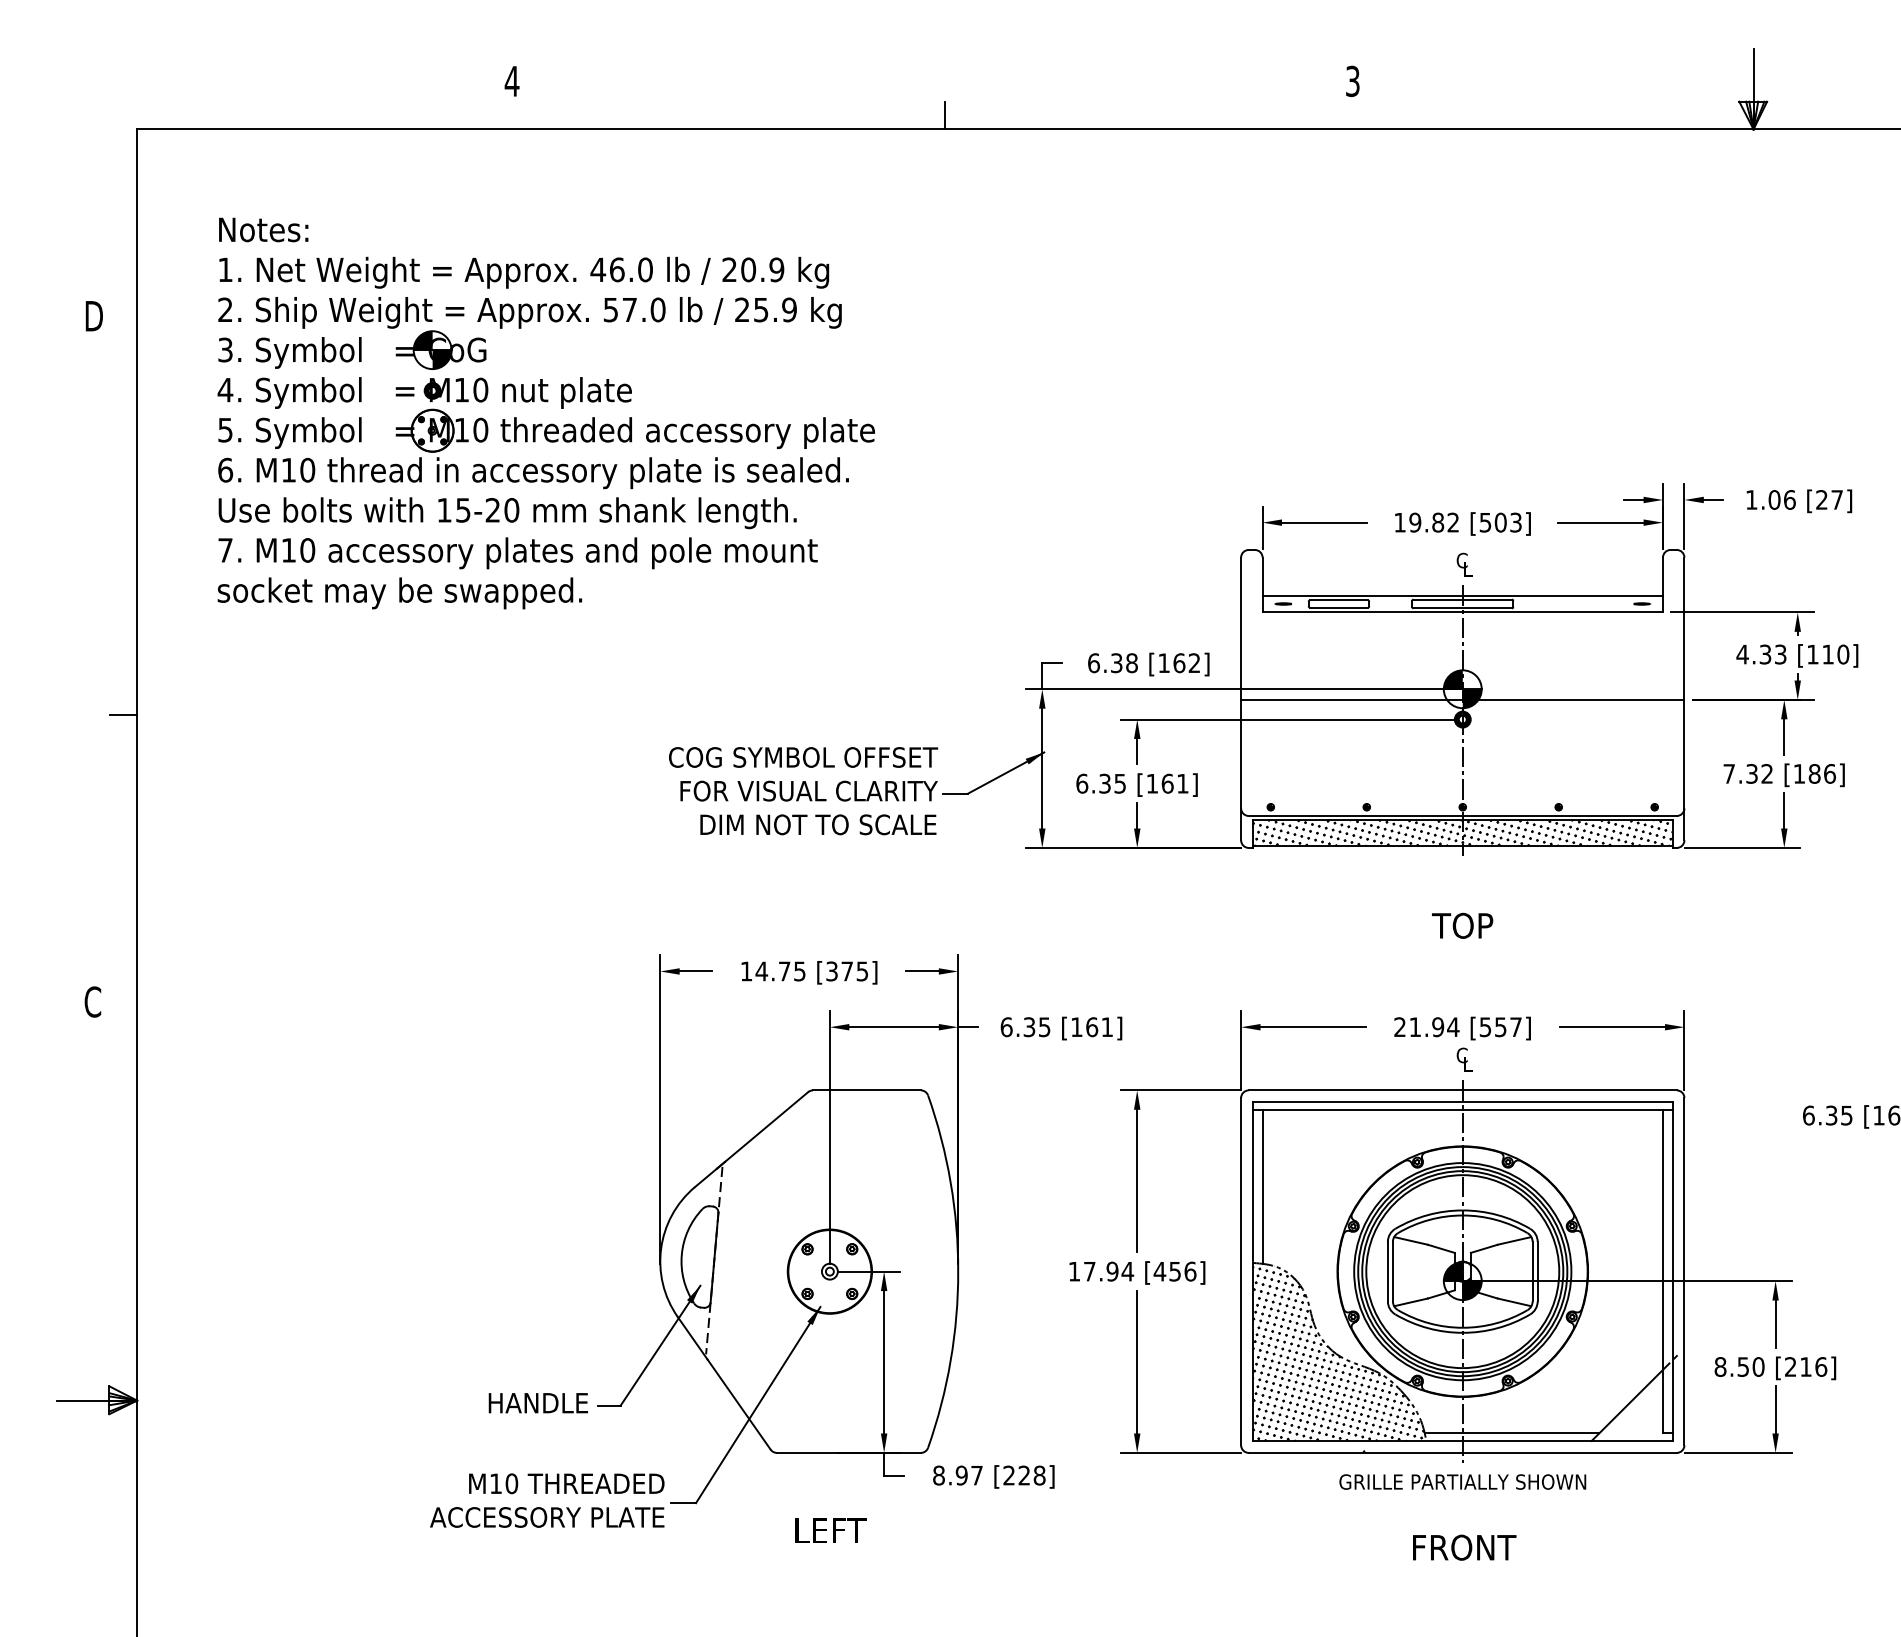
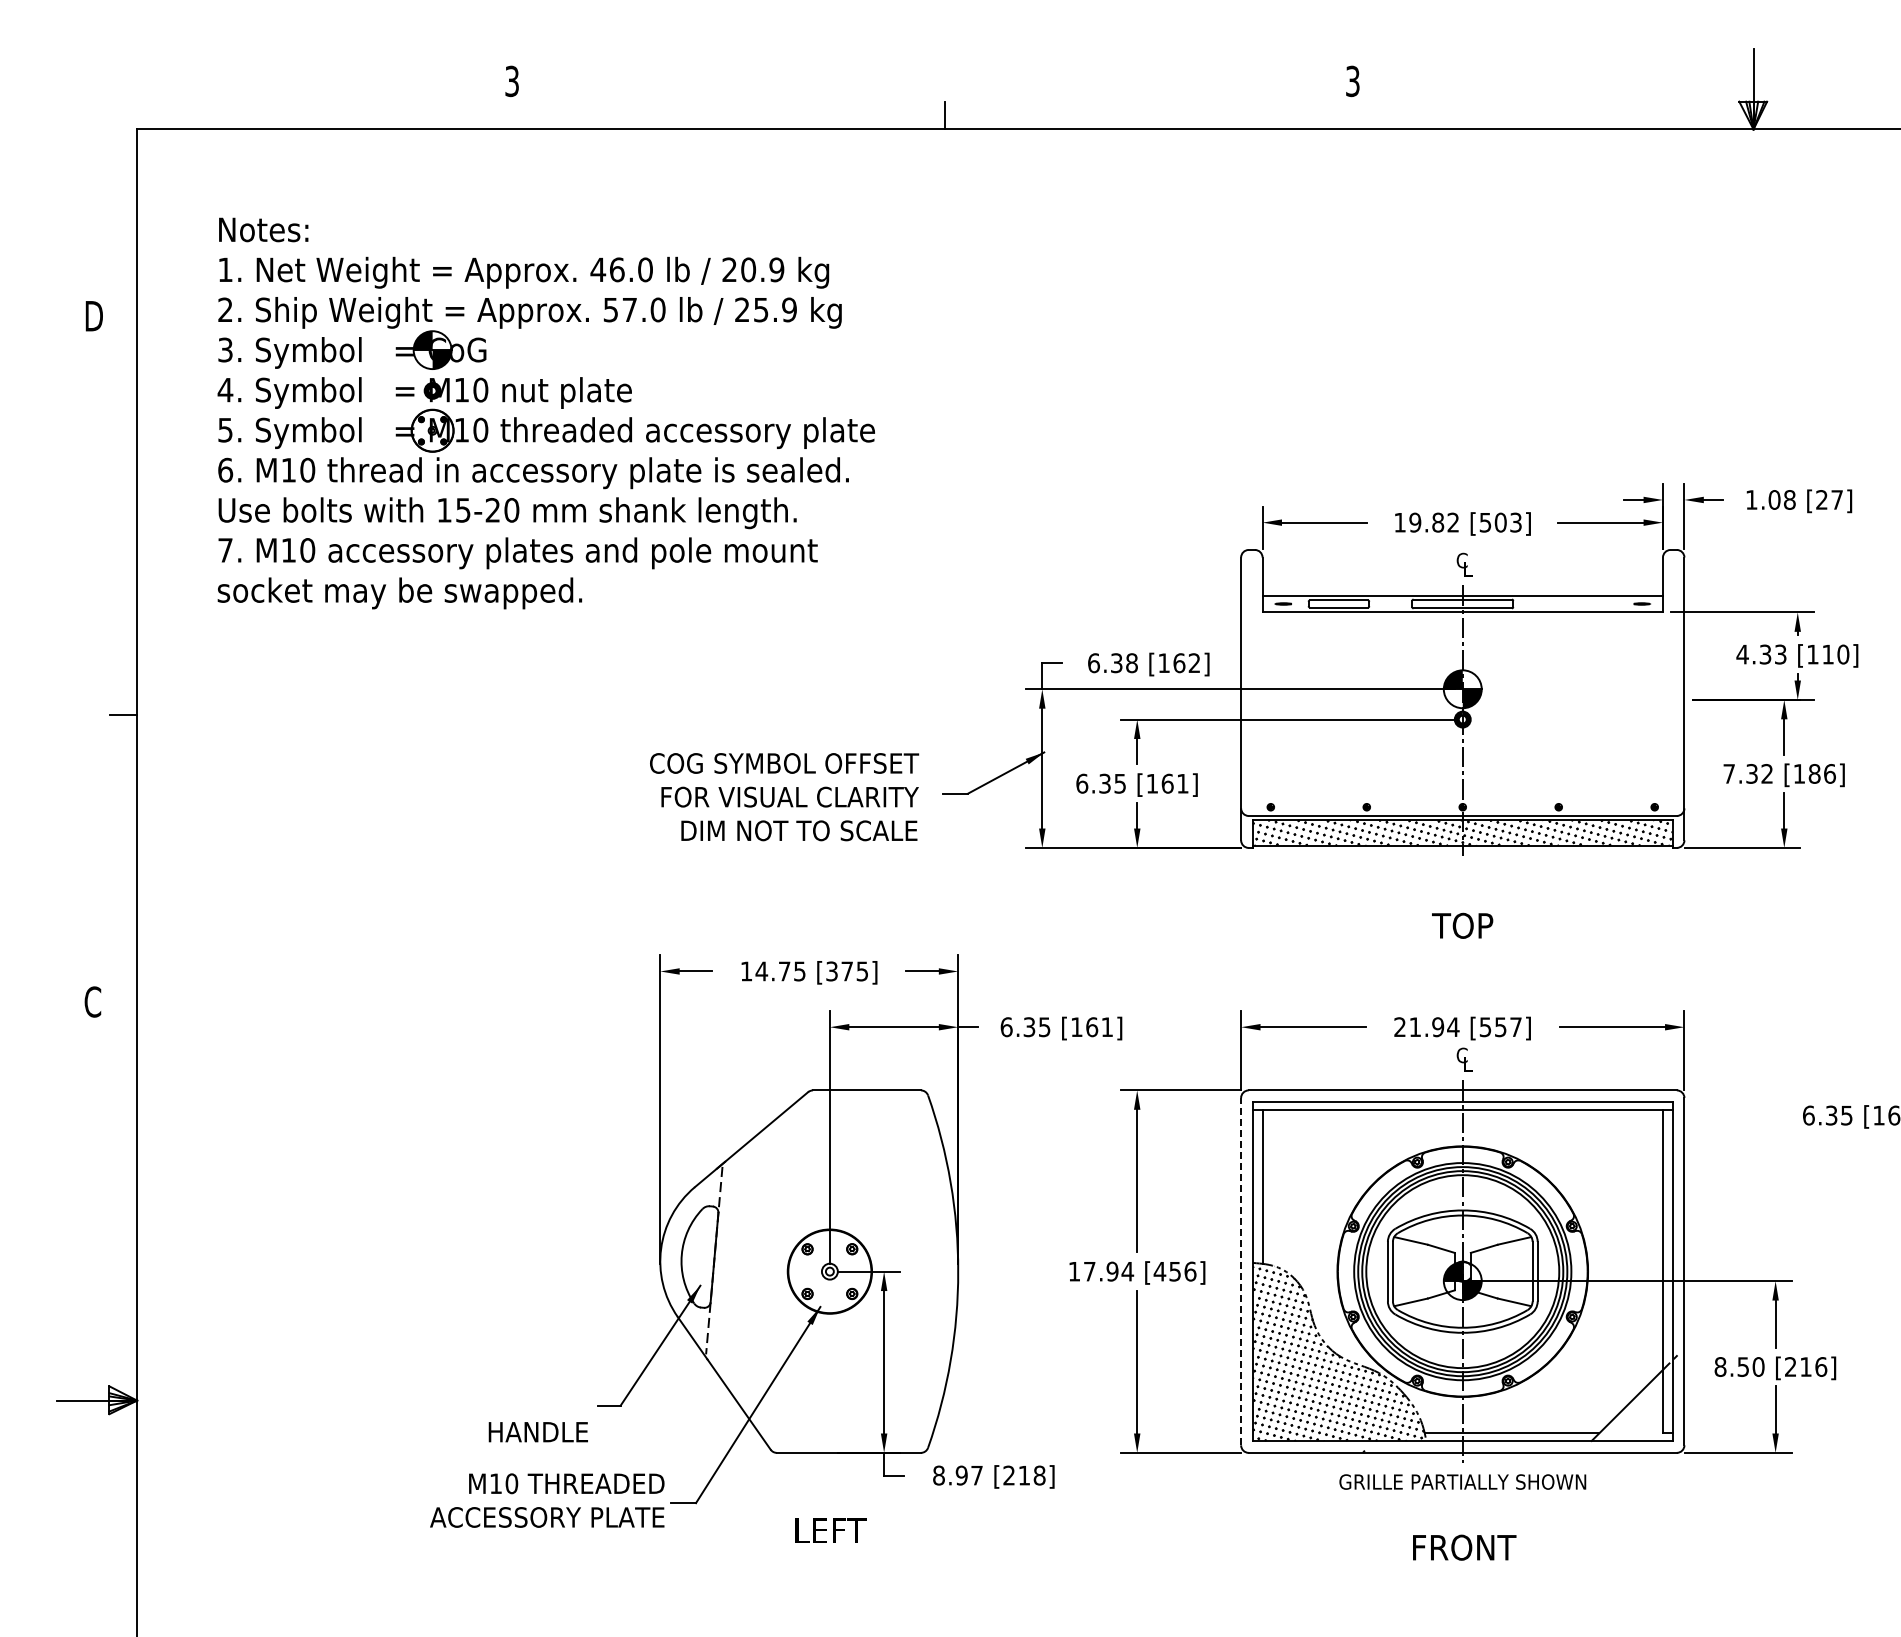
text at (511, 81): 4 -> 3
text at (1789, 499): 1.06 -> 1.08
line at (1462, 699): present -> none
text at (803, 791) position: (803, 791) -> (784, 797)
line at (1241, 1271): solid -> dashed
text at (537, 1403) position: (537, 1403) -> (537, 1432)
text at (1023, 1475): [228] -> [218]
